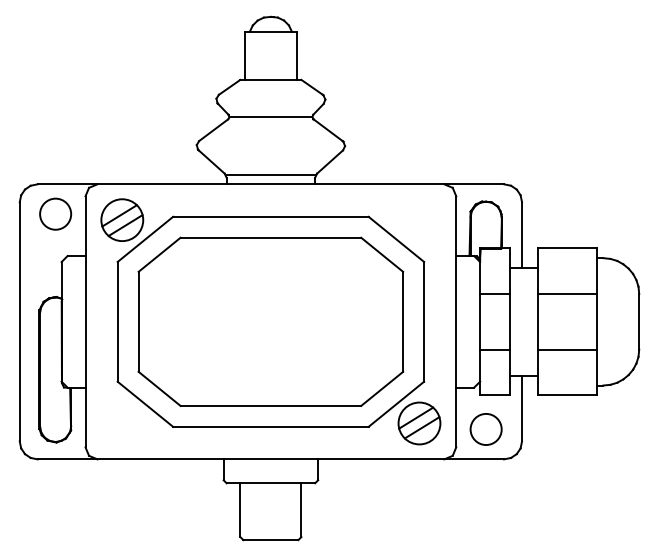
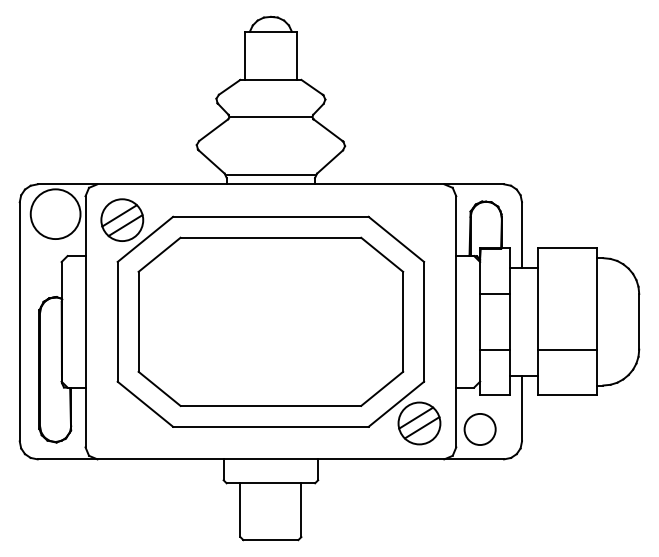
circle at (55, 213) diameter: 31 px -> 50 px
line at (567, 294): present -> none
circle at (485, 429) position: (485, 429) -> (479, 429)
